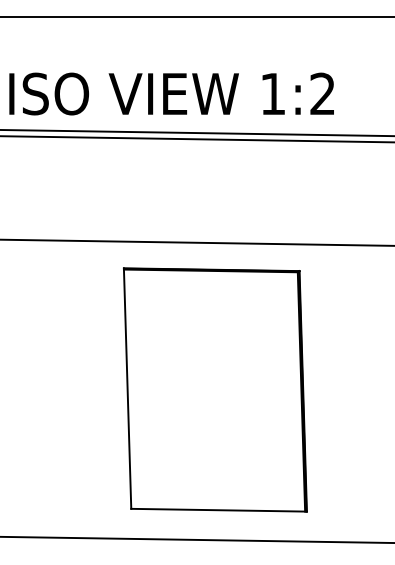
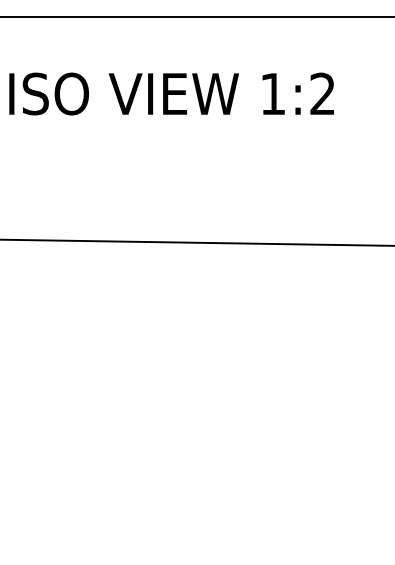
line at (196, 133): present -> none
line at (196, 139): present -> none
part at (215, 389): present -> none
line at (196, 539): present -> none
